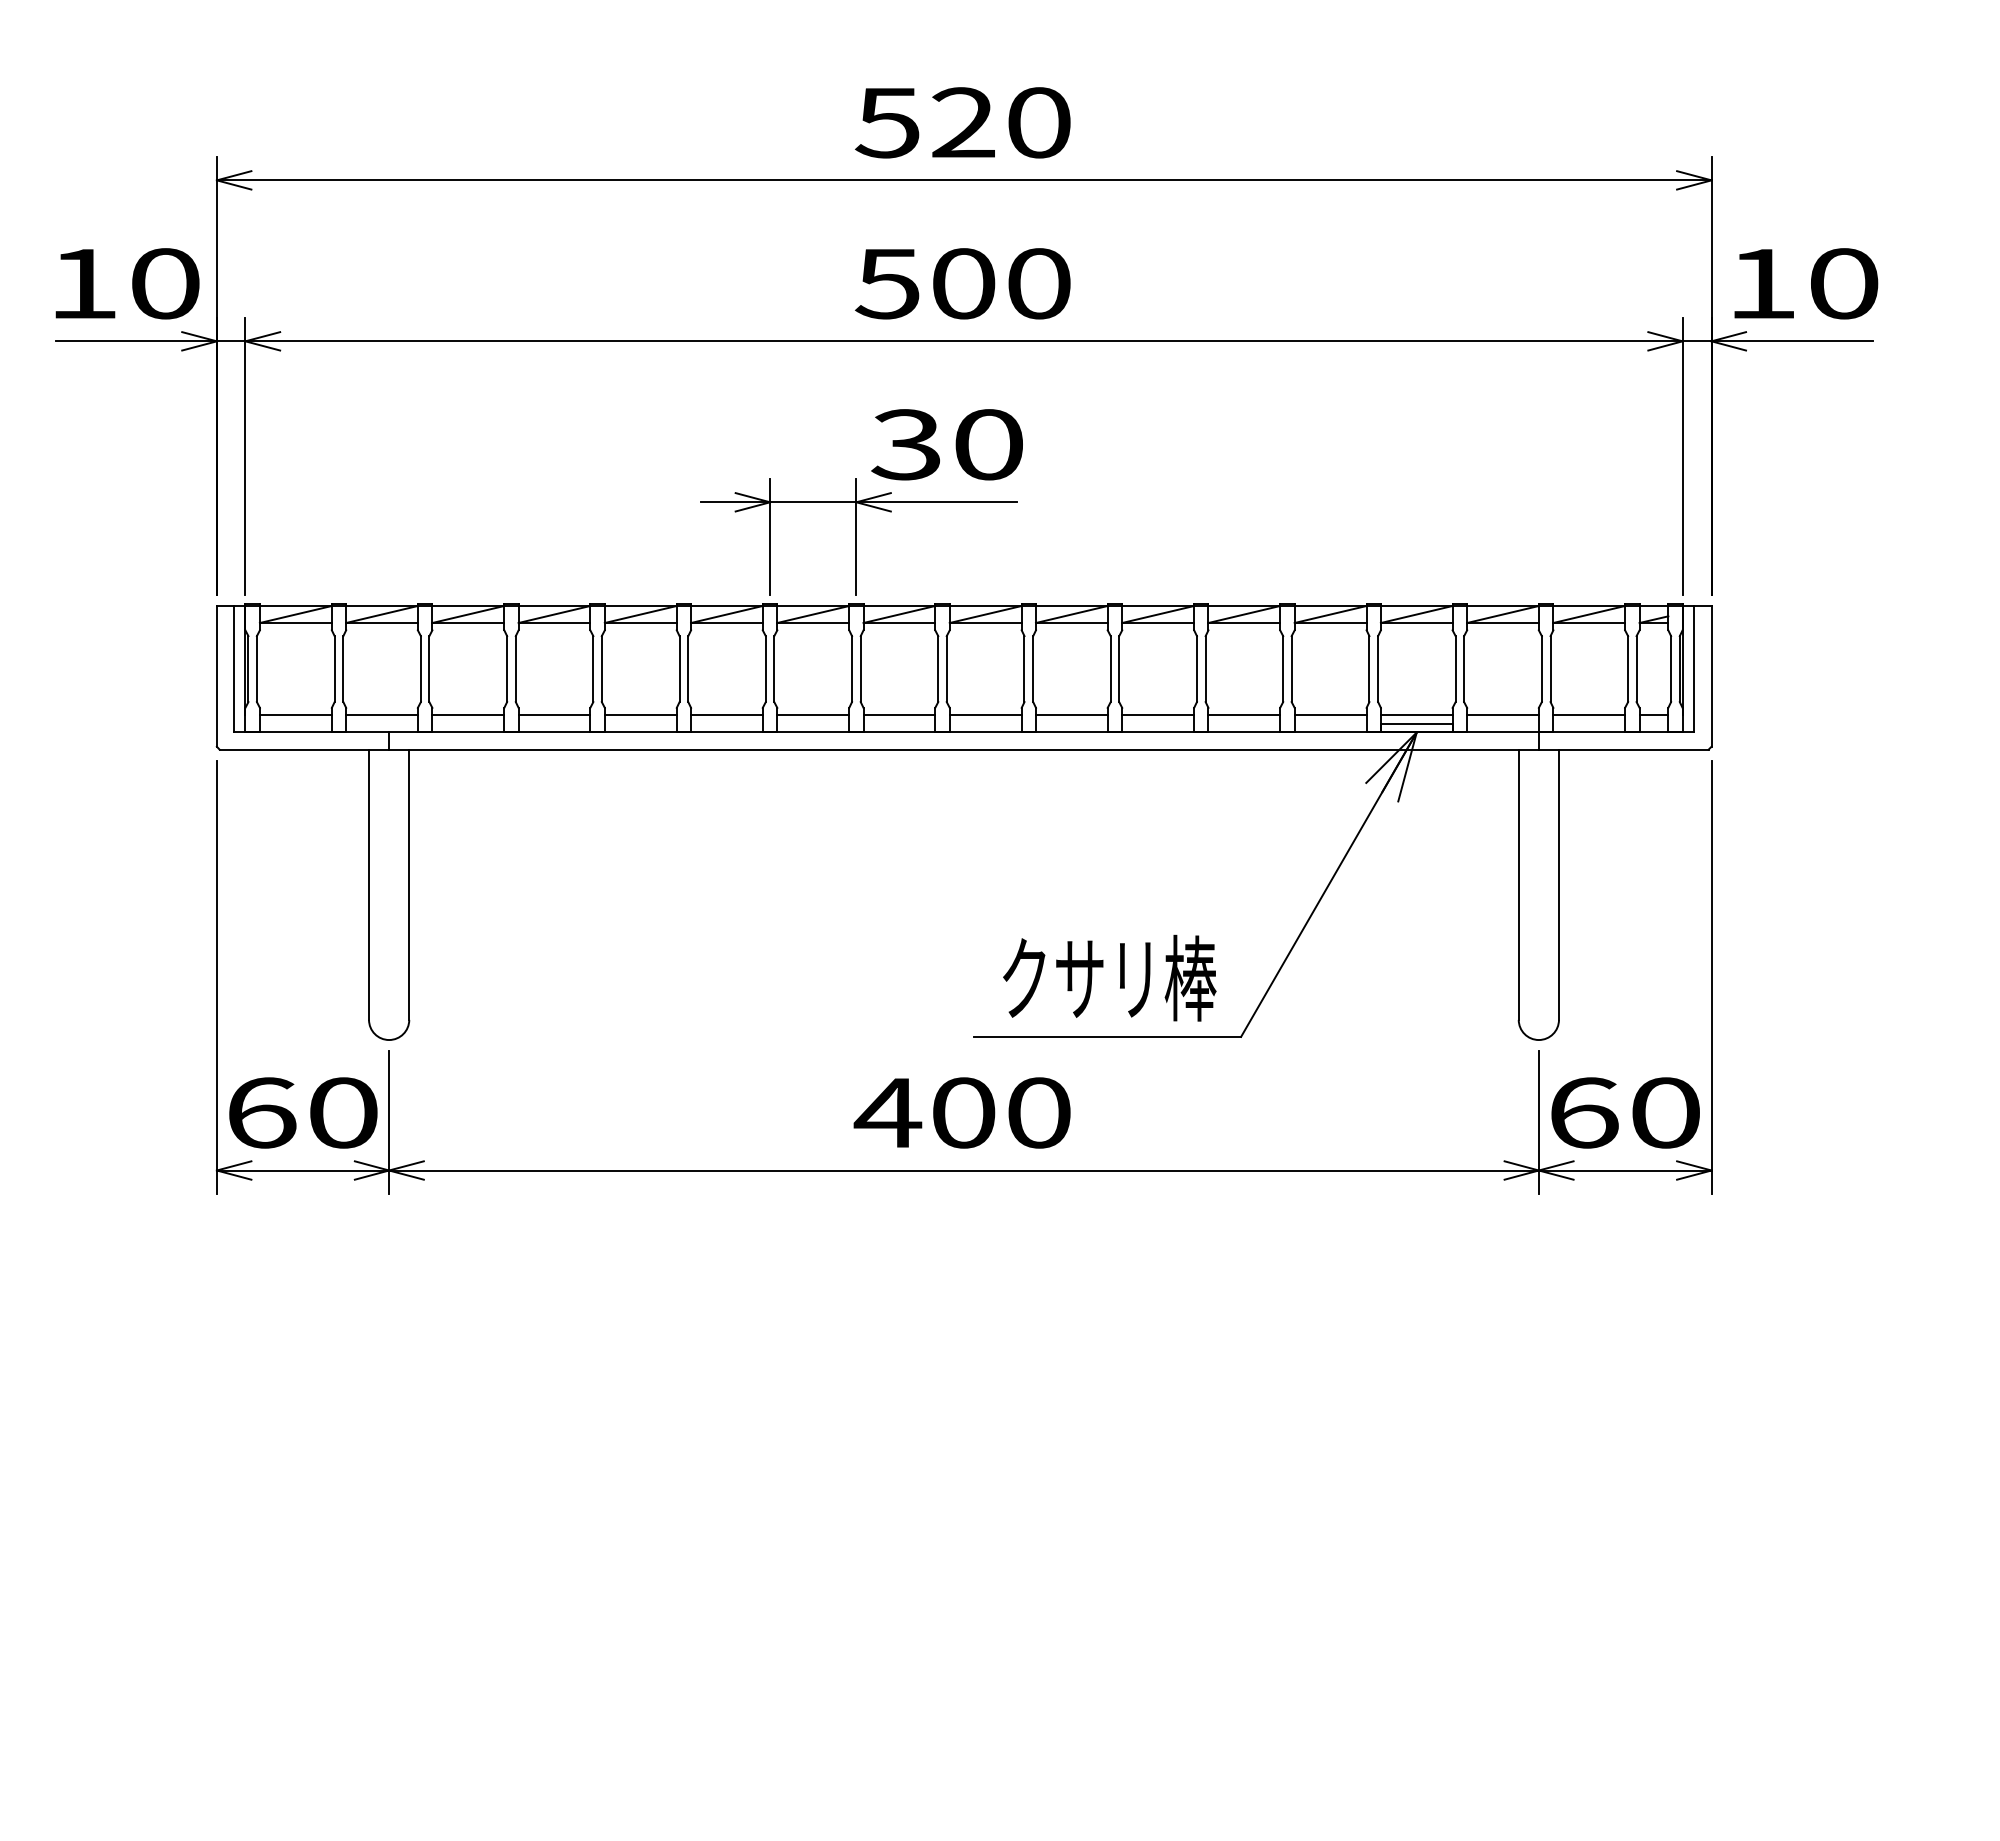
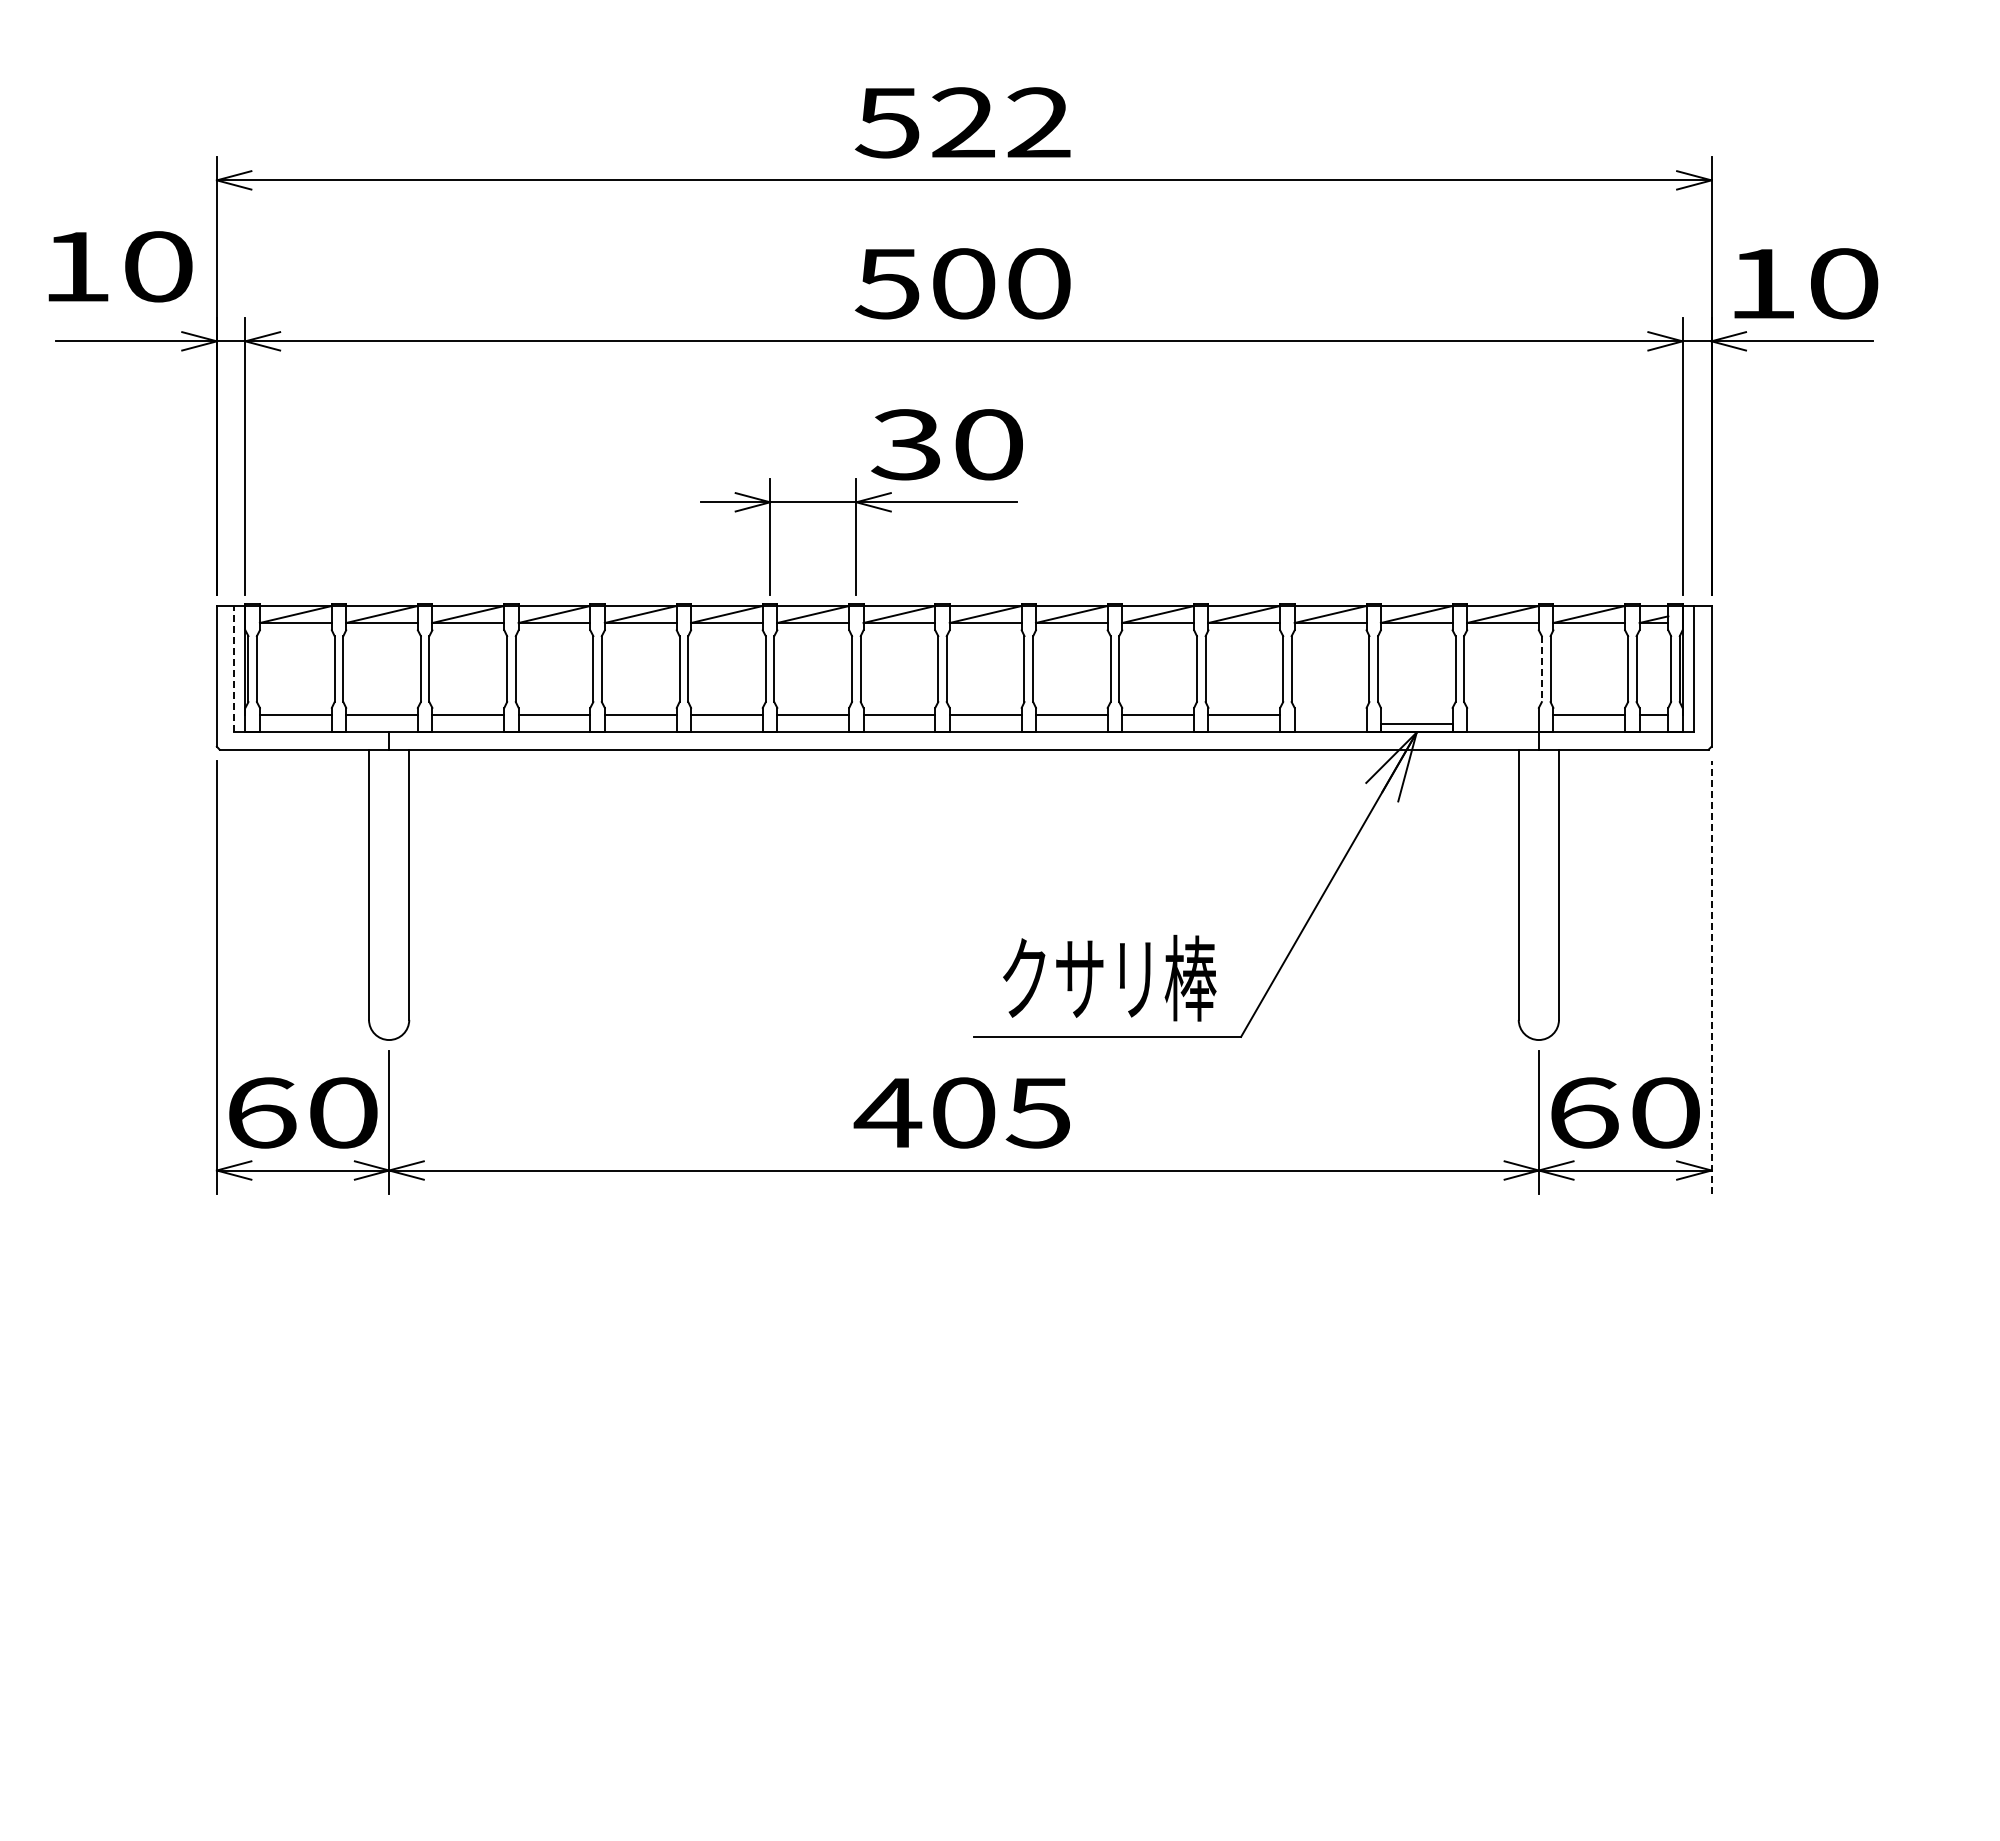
text at (1038, 122): 520 -> 522
text at (127, 283) position: (127, 283) -> (120, 266)
line at (233, 668): solid -> dashed
line at (1541, 669): solid -> dashed
line at (1330, 714): present -> none
line at (1416, 714): present -> none
line at (1502, 714): present -> none
line at (1711, 976): solid -> dashed
text at (1037, 1112): 400 -> 405
